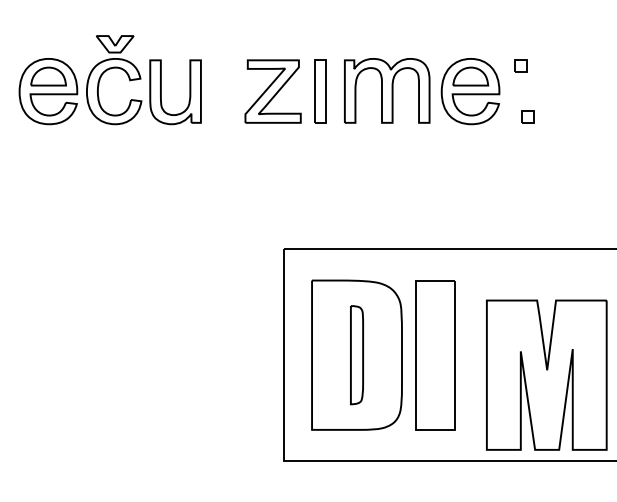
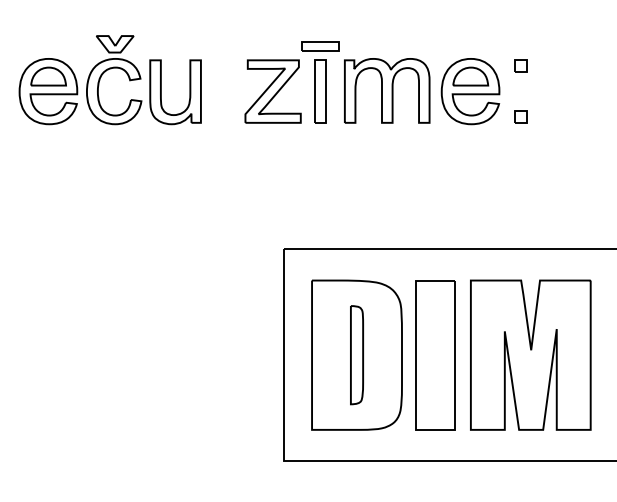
part at (320, 46): none -> present
part at (527, 116) position: (527, 116) -> (520, 116)
part at (546, 374) position: (546, 374) -> (530, 354)
